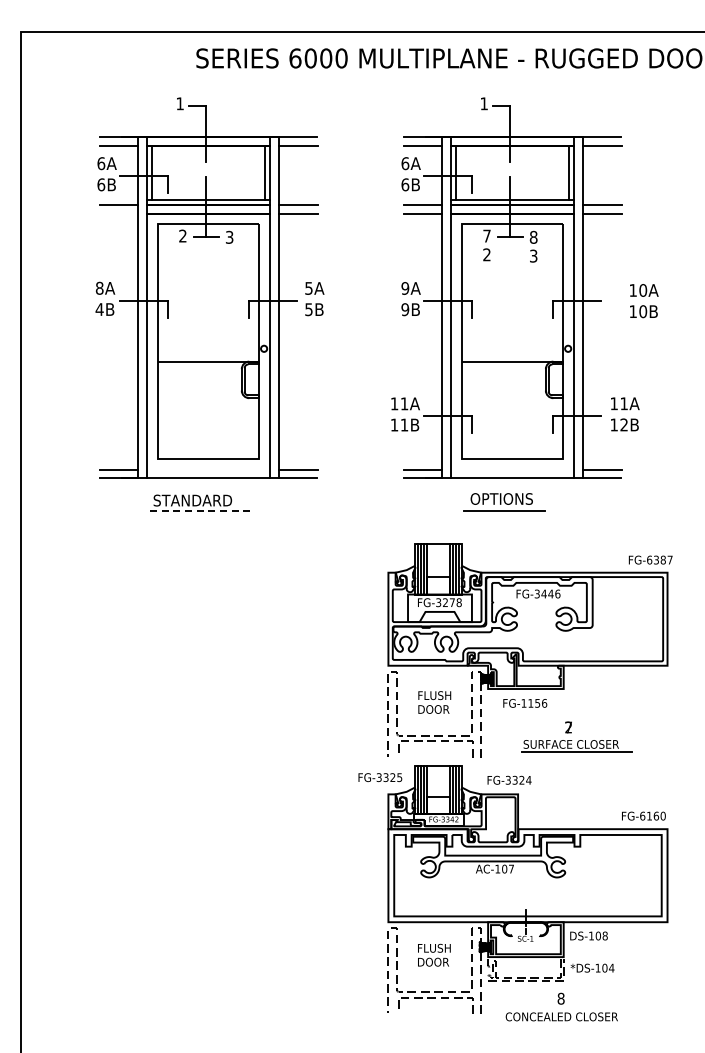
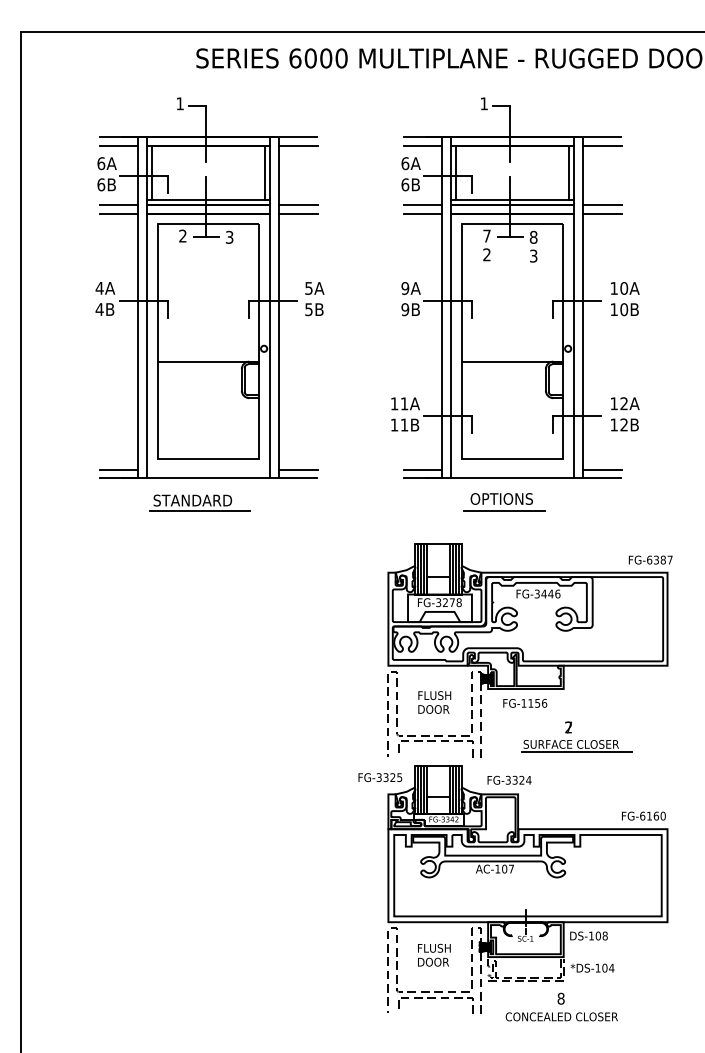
line at (118, 213): none -> present
text at (99, 287): 8A -> 4A
text at (644, 301) position: (644, 301) -> (625, 299)
text at (623, 403): 11A -> 12A
line at (200, 510): dashed -> solid
